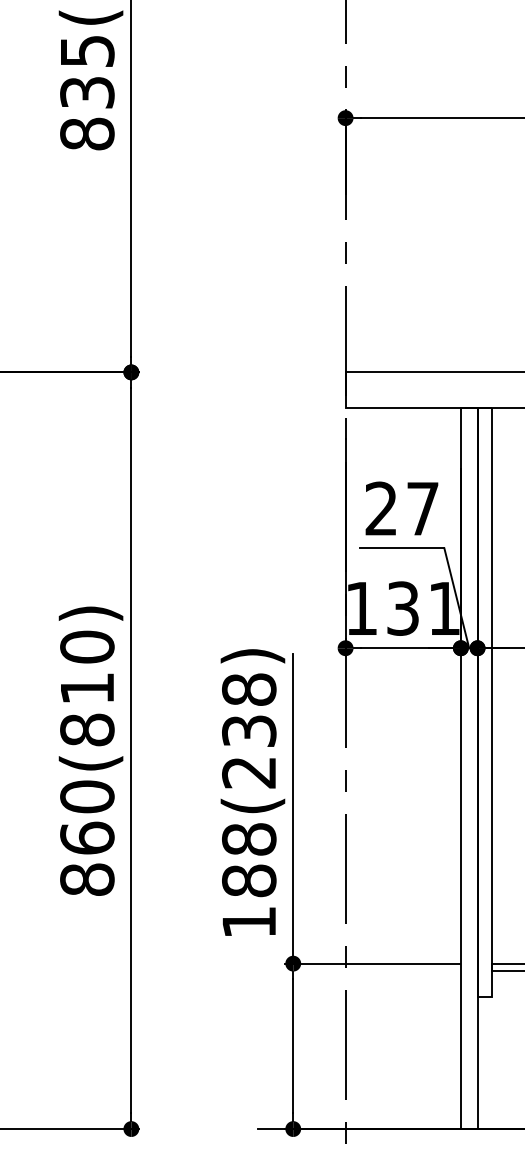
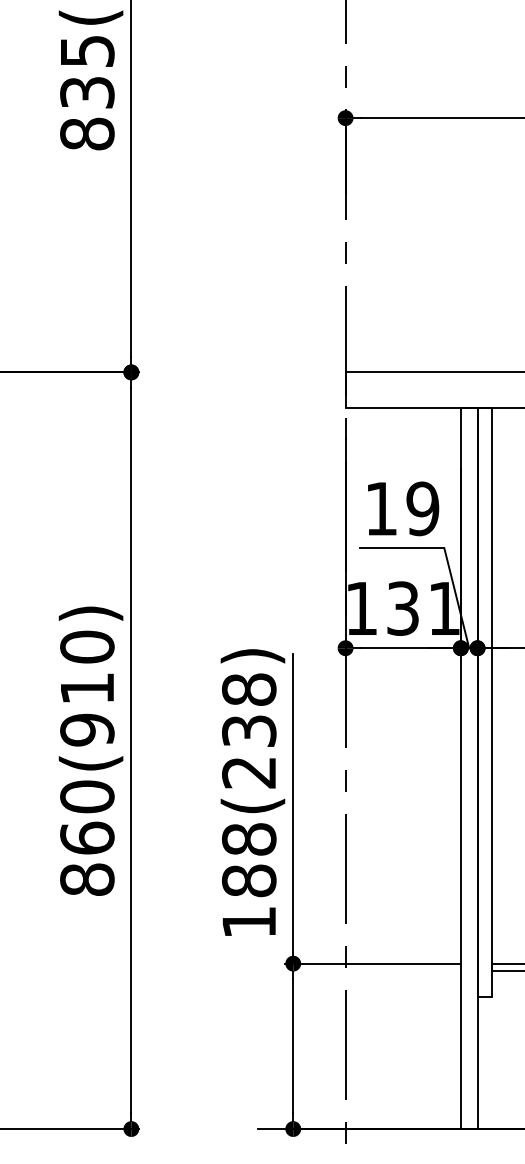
text at (402, 508): 27 -> 19
text at (87, 729): 860(810) -> 860(910)
